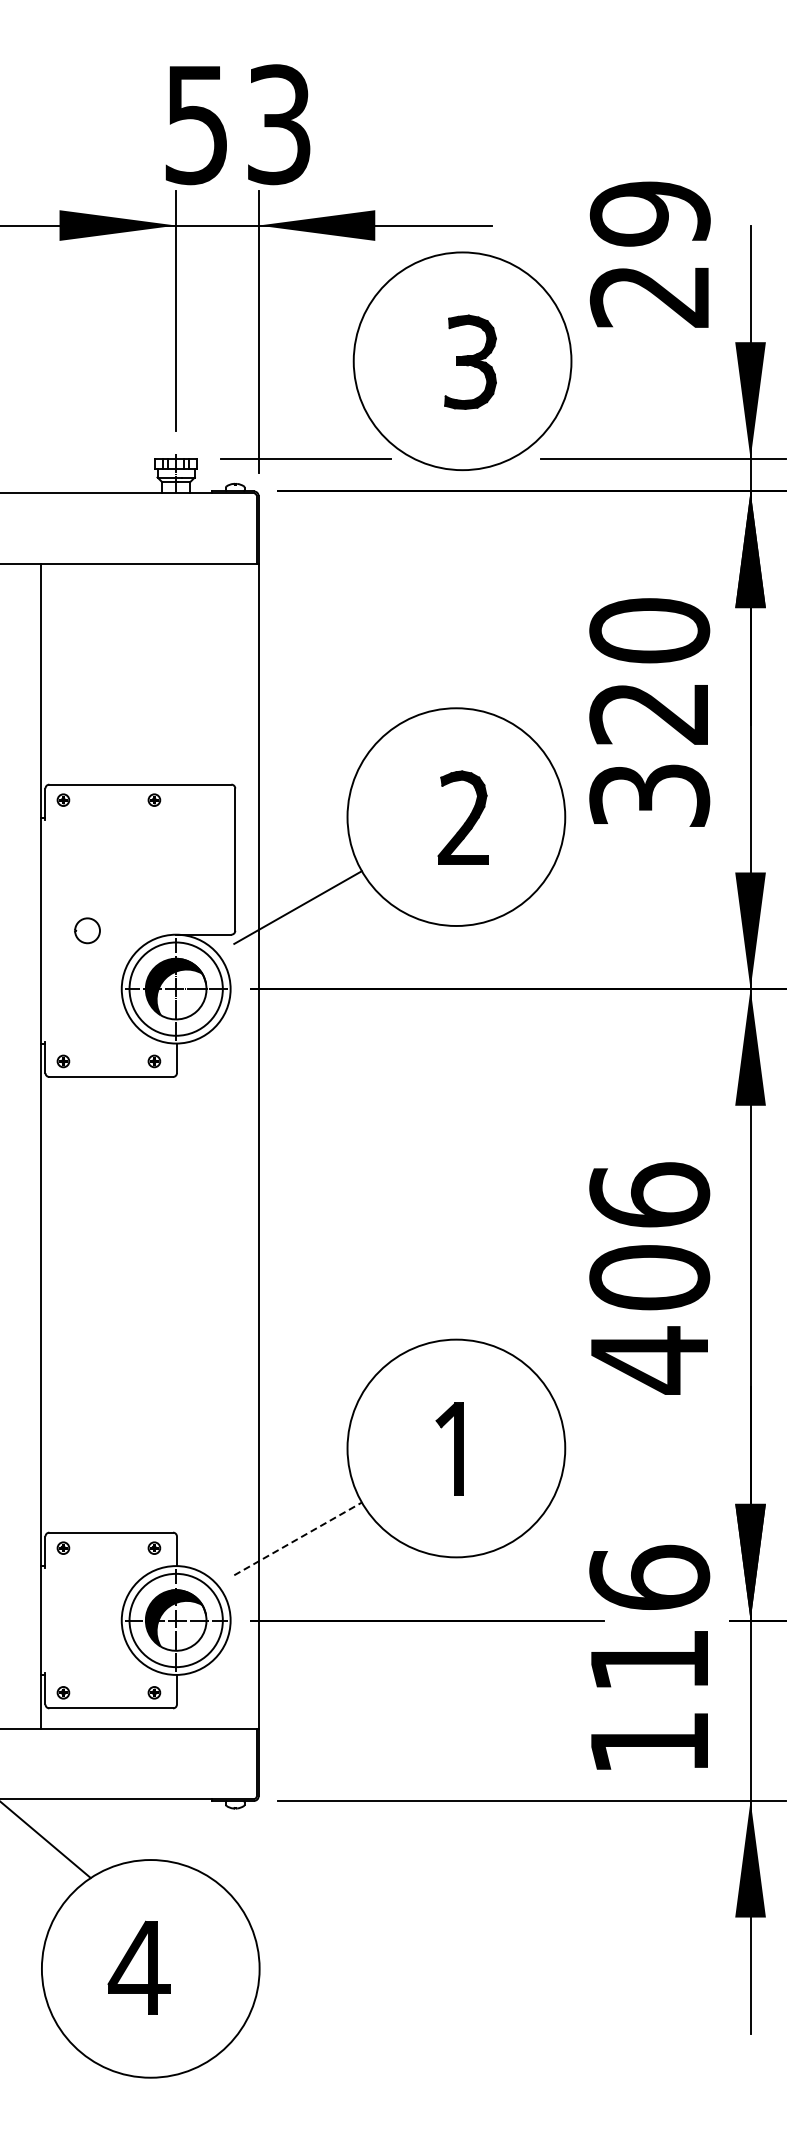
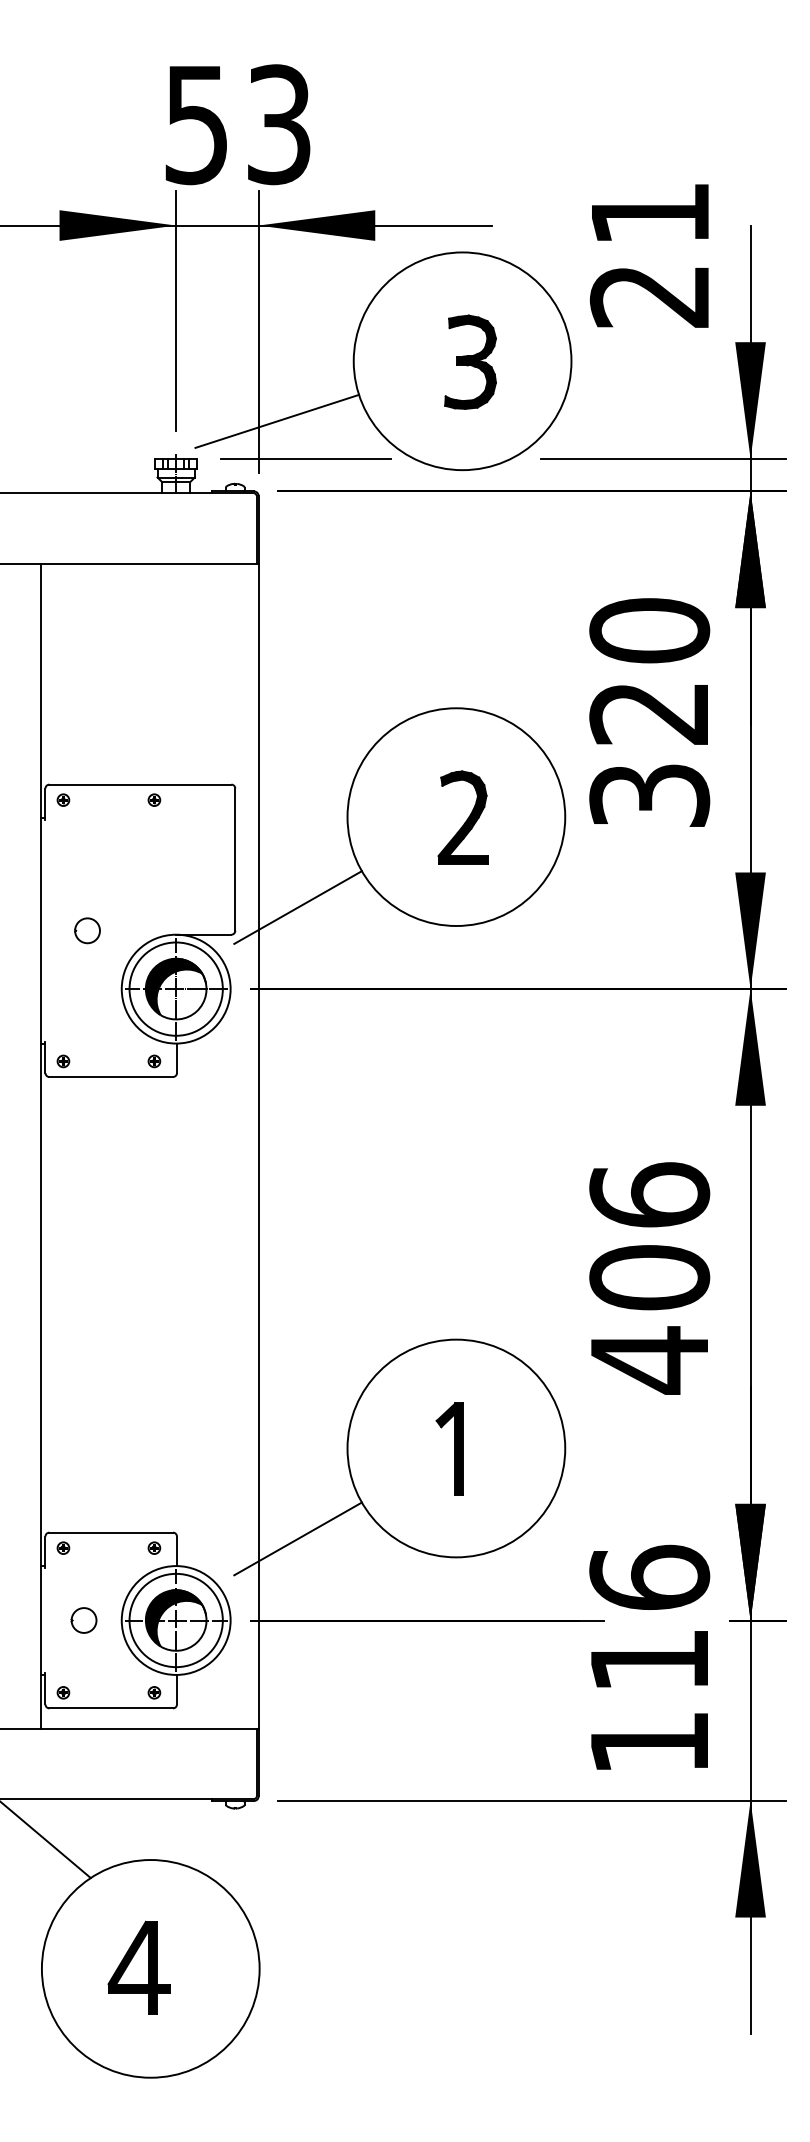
text at (649, 213): 29 -> 21
line at (277, 420): none -> present
line at (298, 1538): dashed -> solid
part at (83, 1620): none -> present
